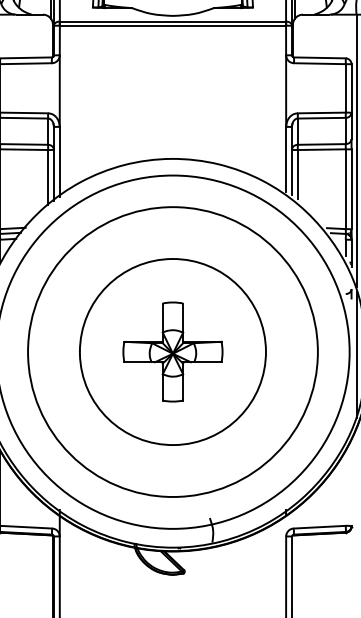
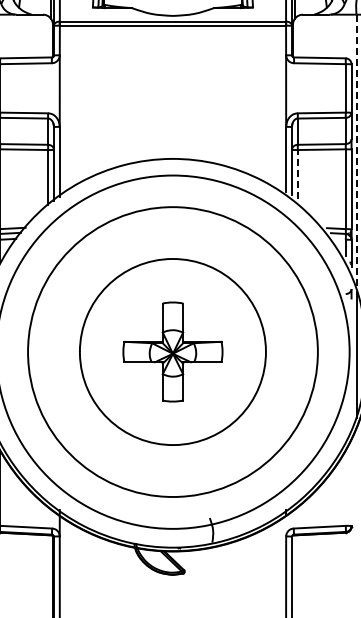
line at (356, 151): solid -> dashed
line at (297, 174): solid -> dashed
